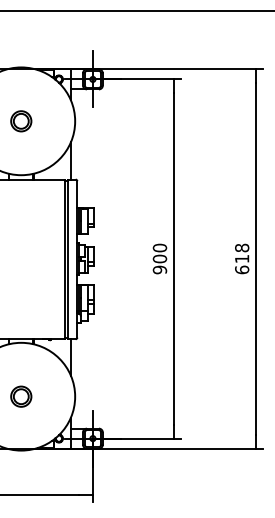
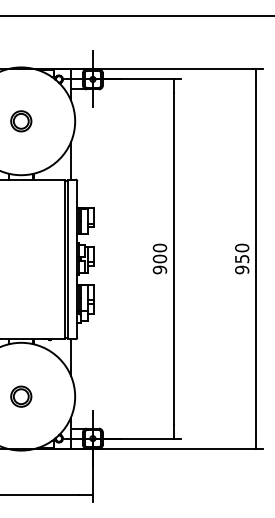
line at (136, 10) position: (136, 10) -> (136, 15)
text at (242, 258): 618 -> 950
